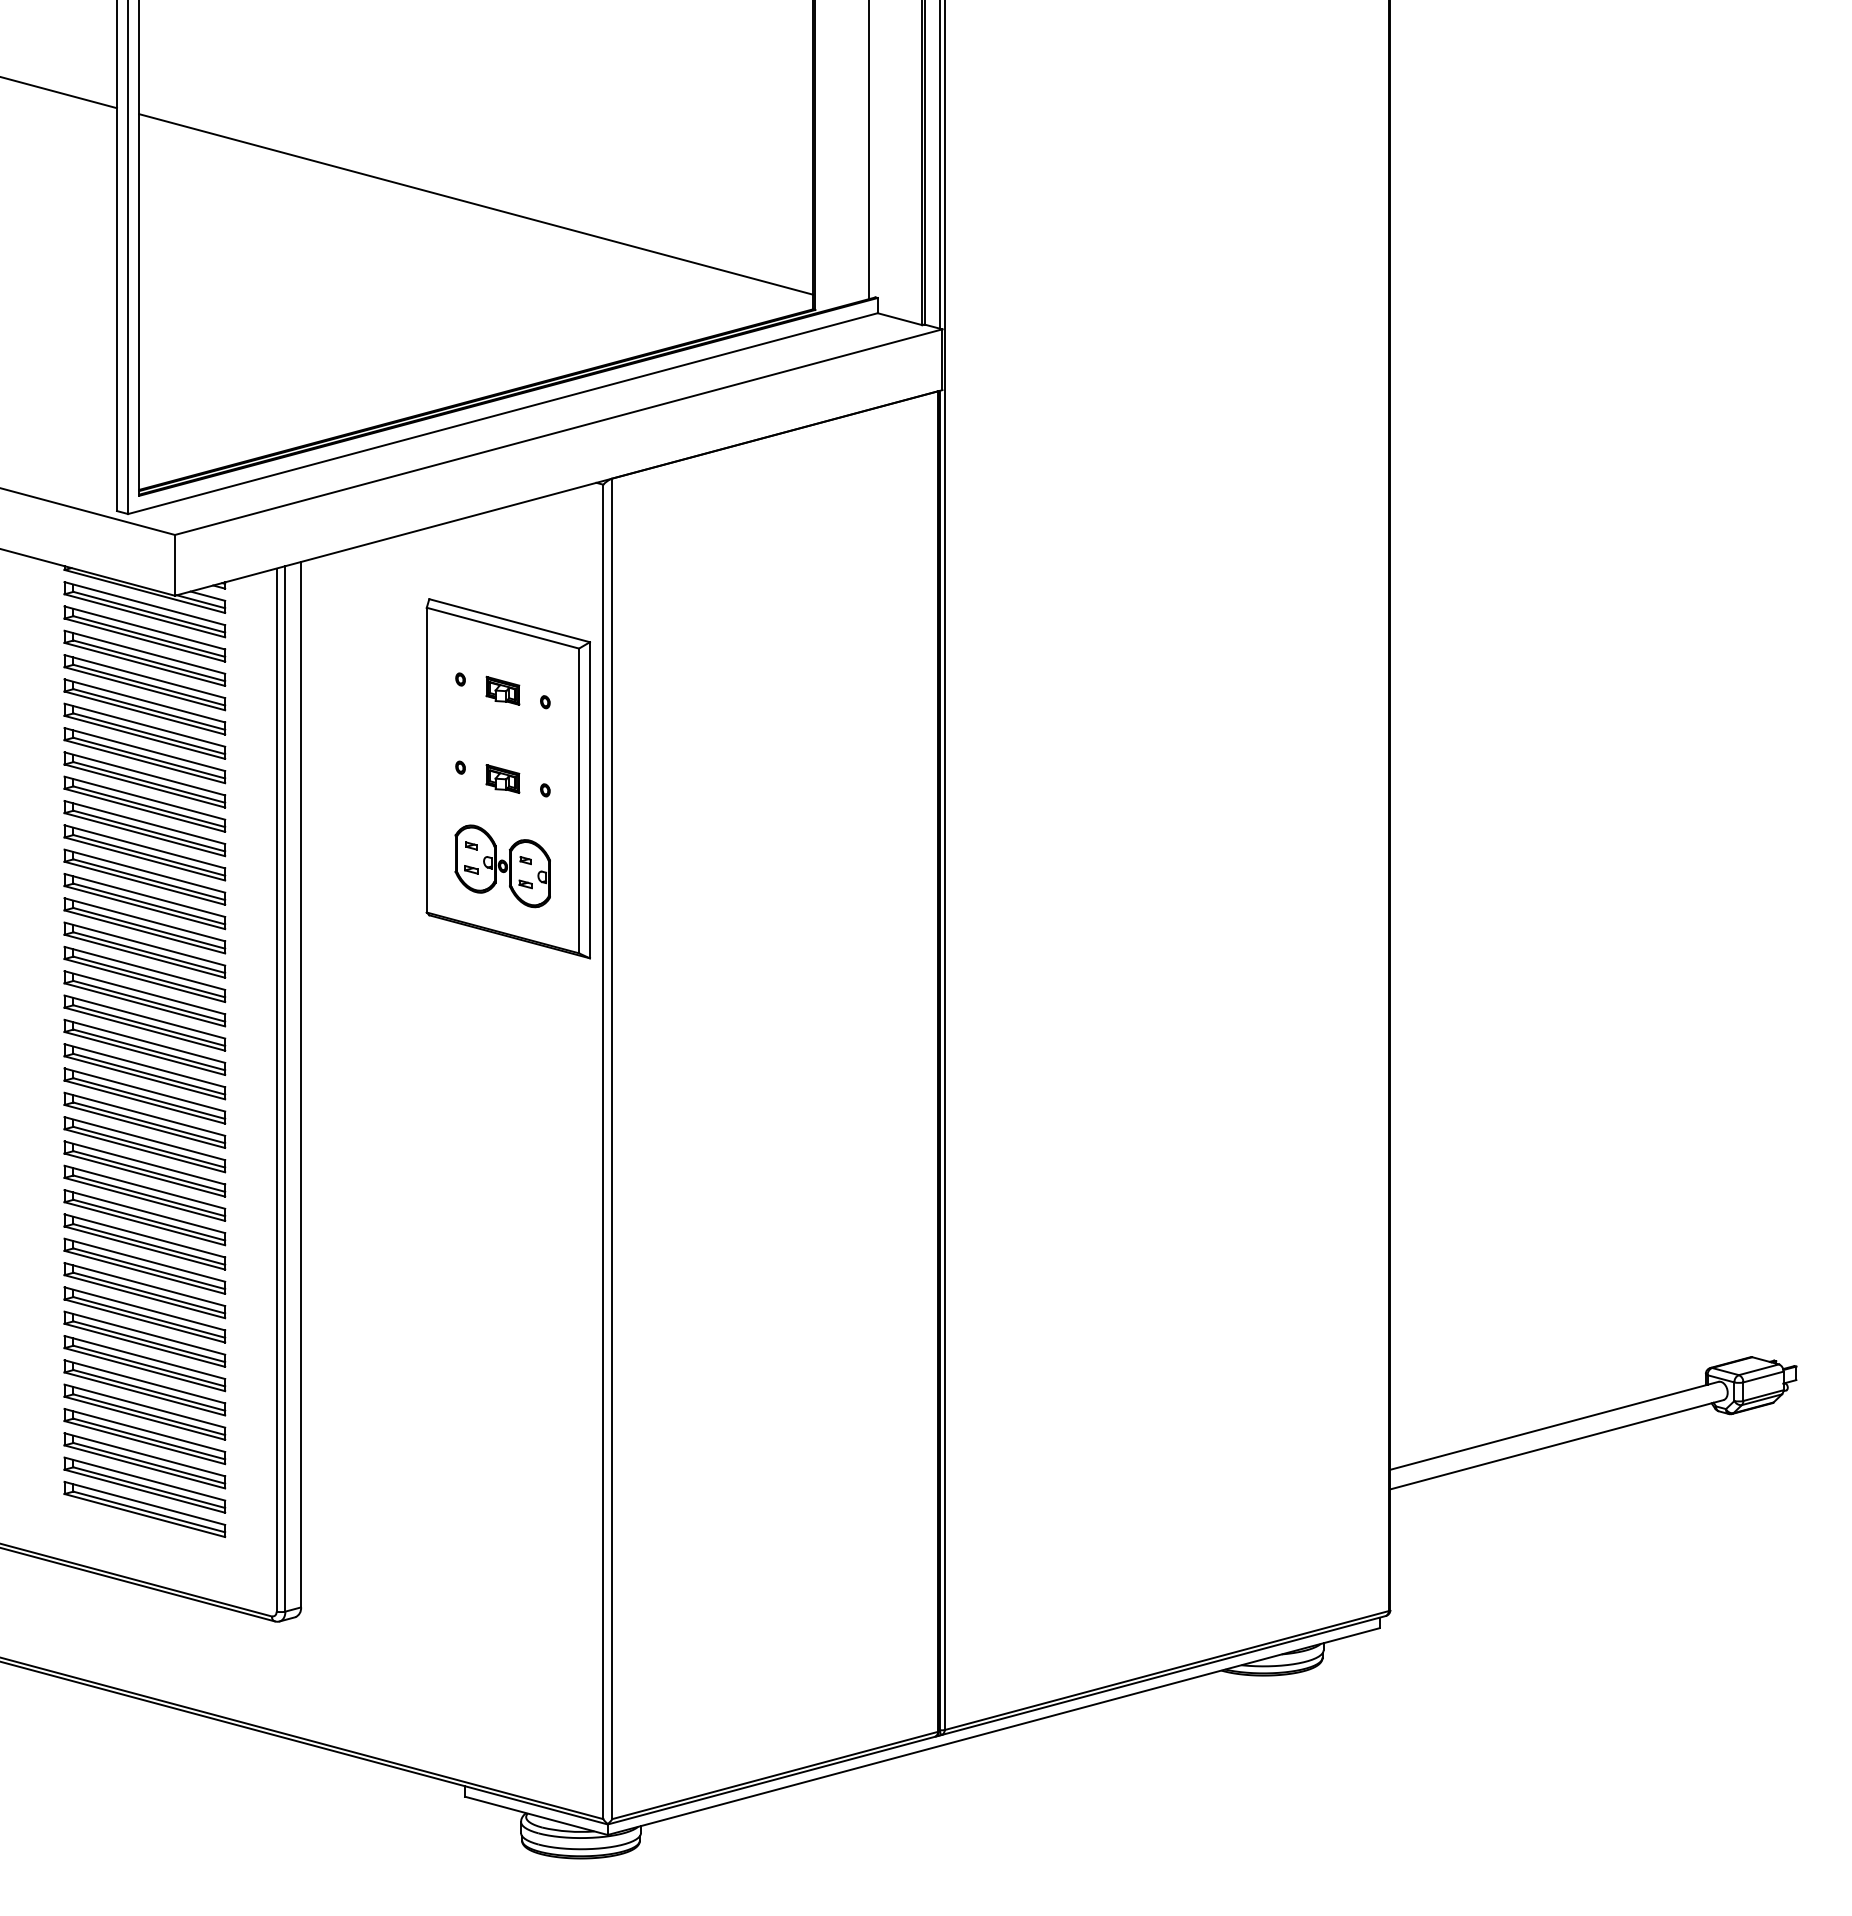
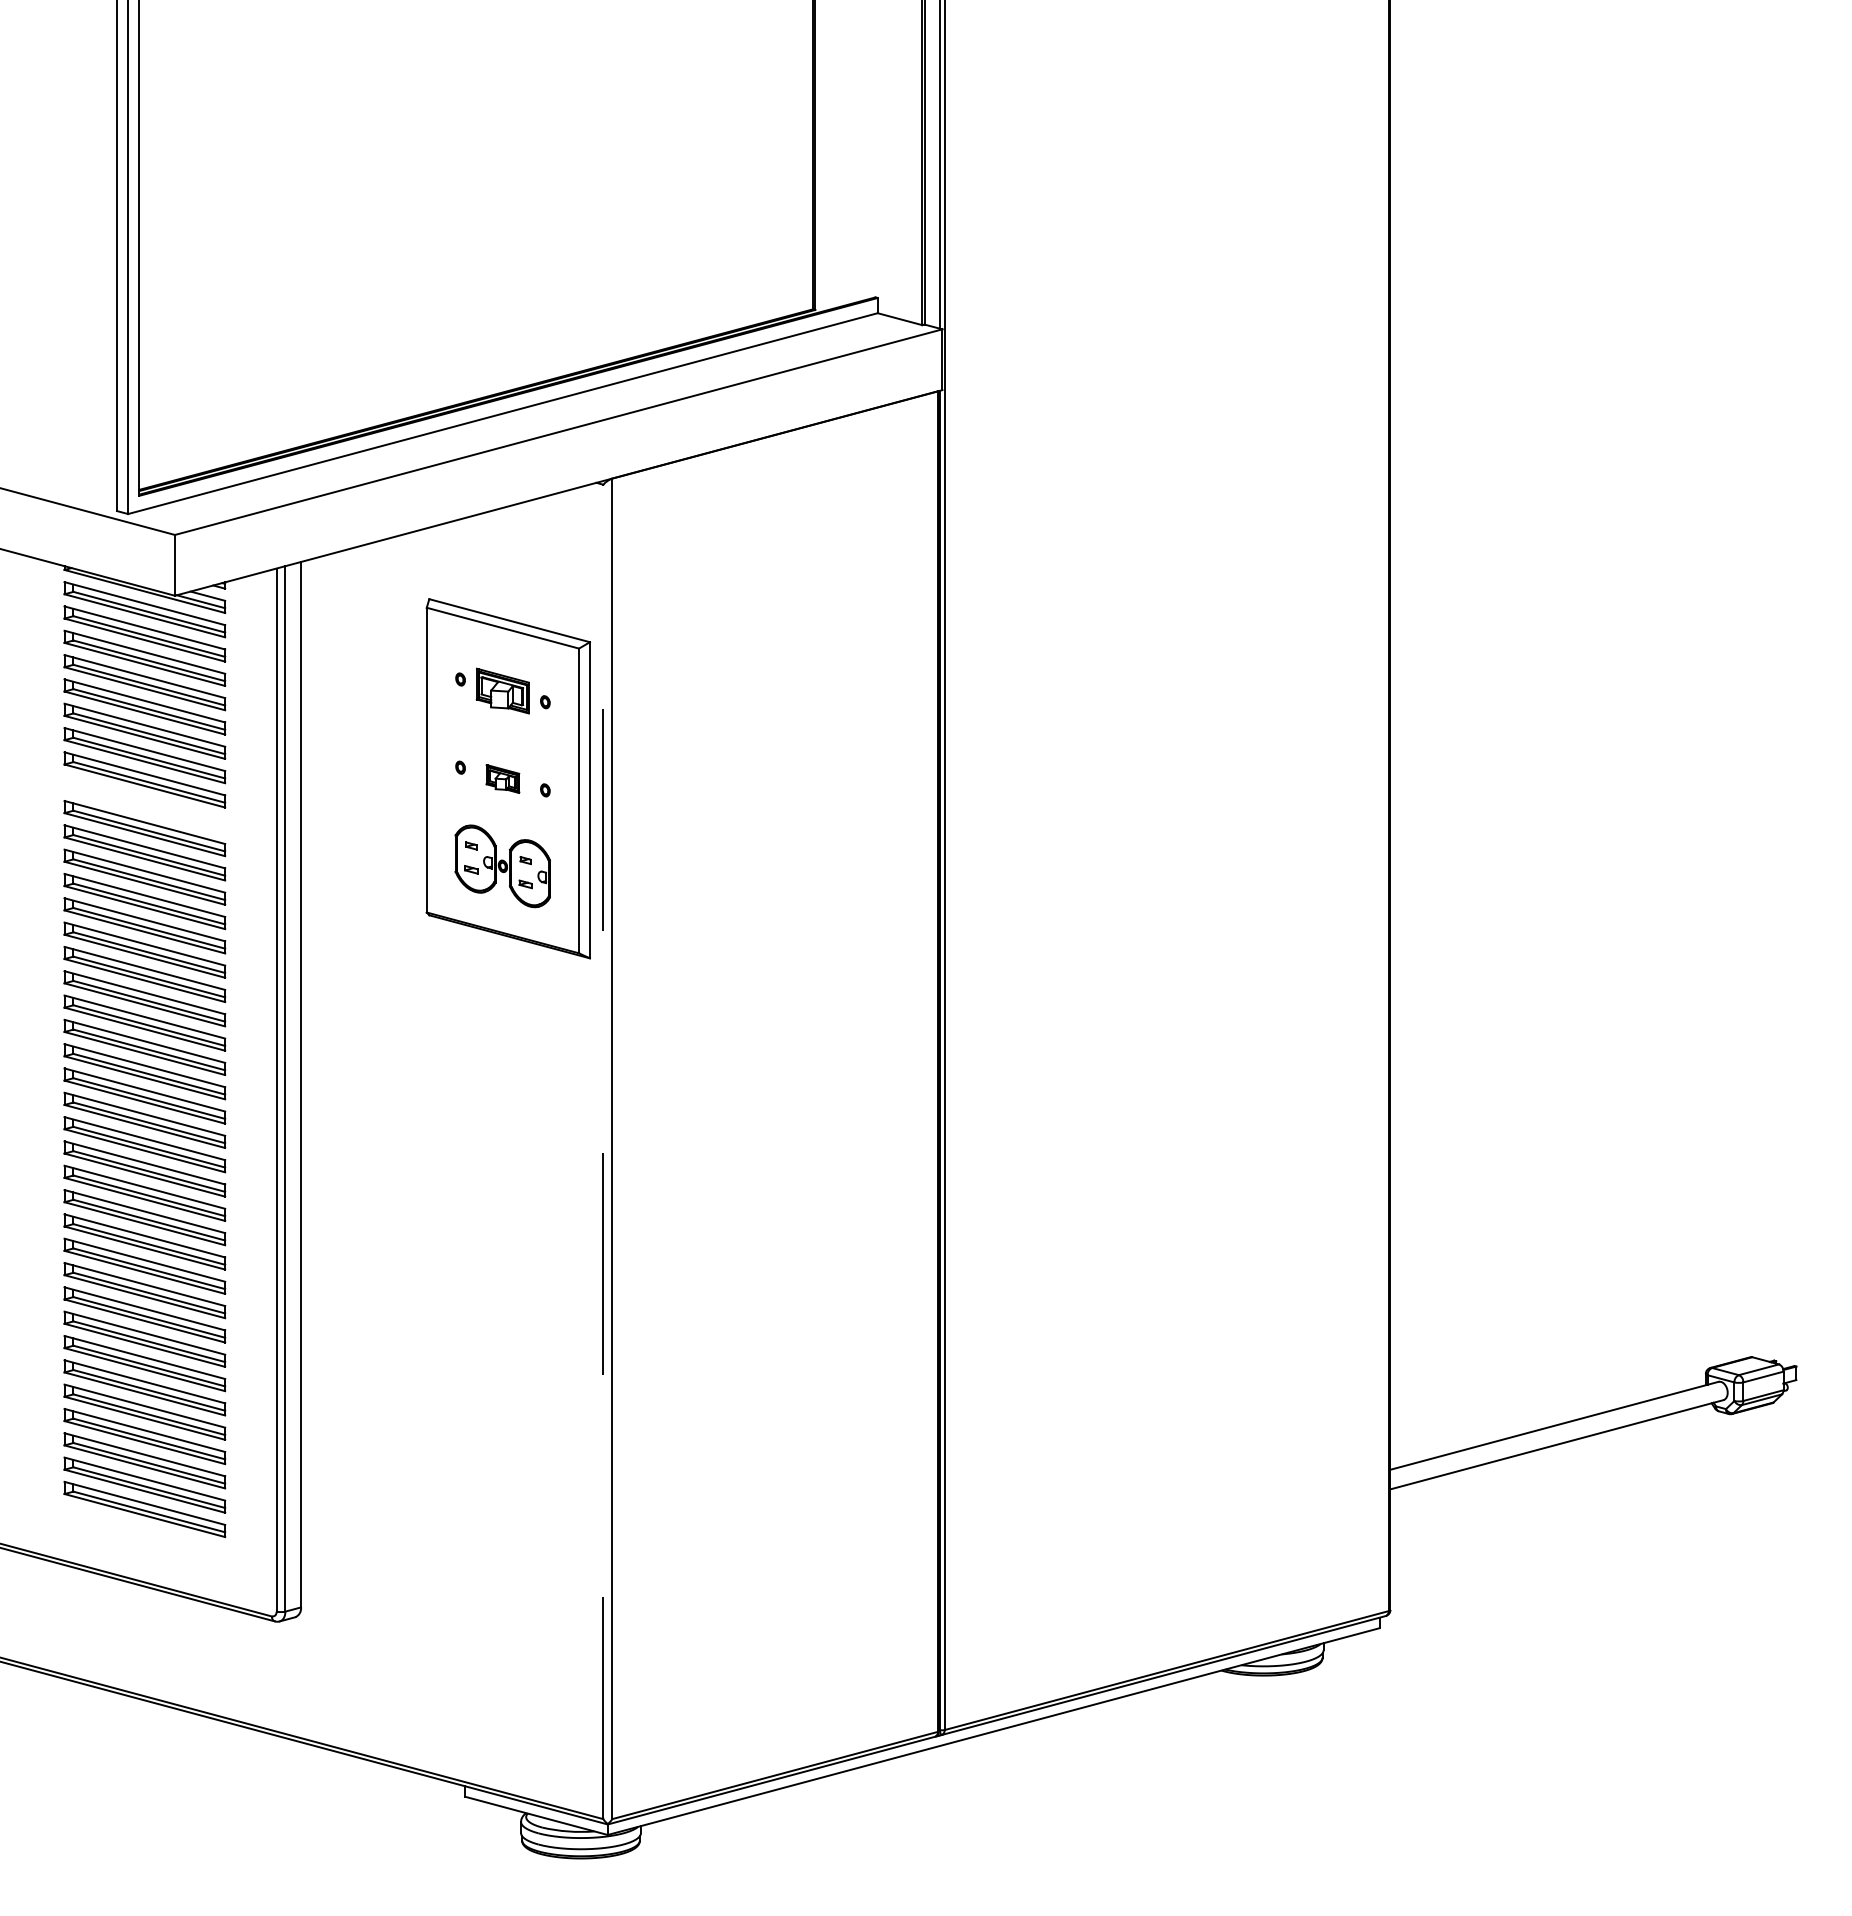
line at (59, 92): present -> none
line at (868, 150): present -> none
line at (476, 204): present -> none
part at (502, 690) size: 36x31 px -> 55x48 px
part at (144, 803): present -> none
line at (603, 1151): solid -> dashed
